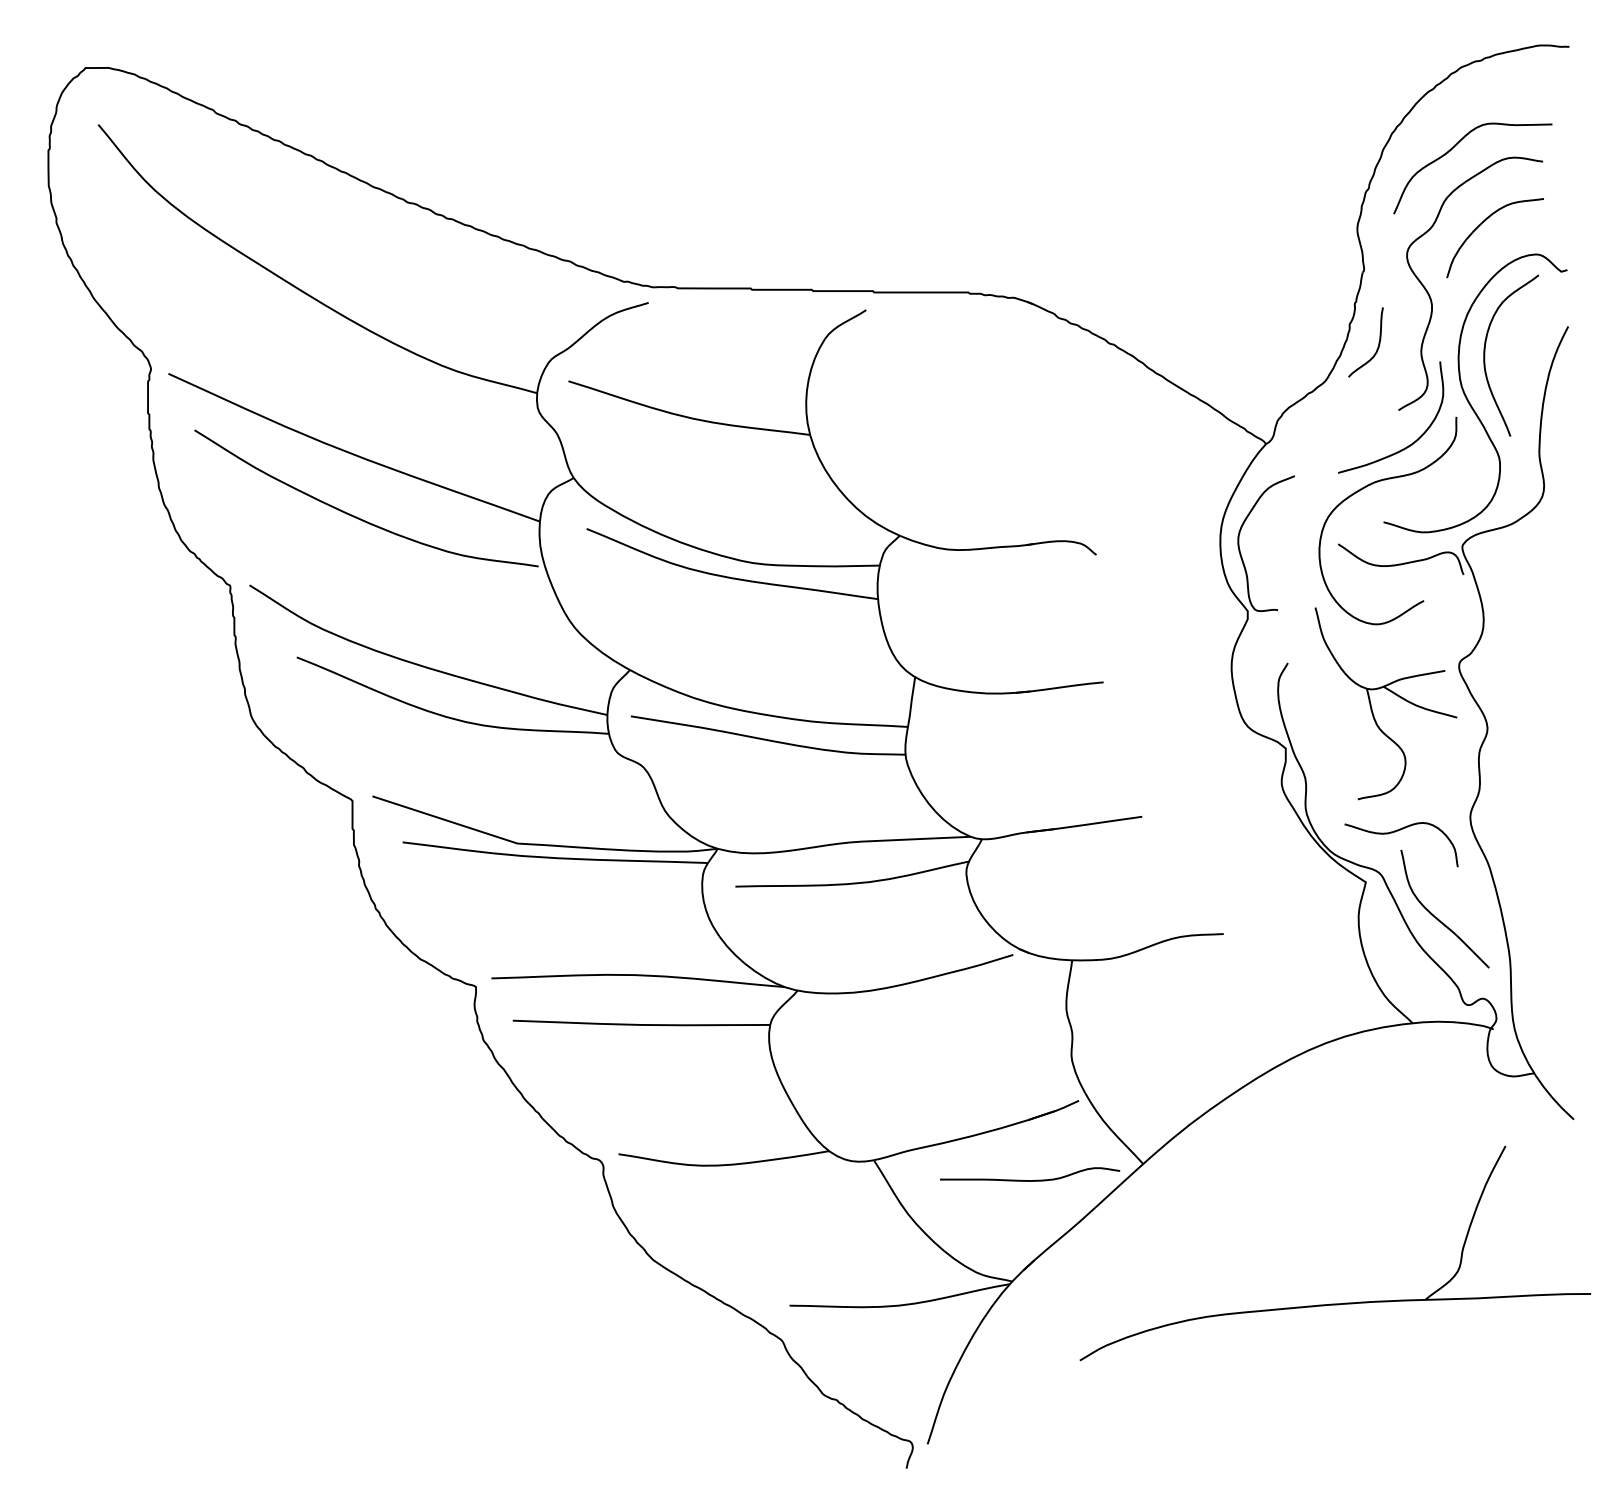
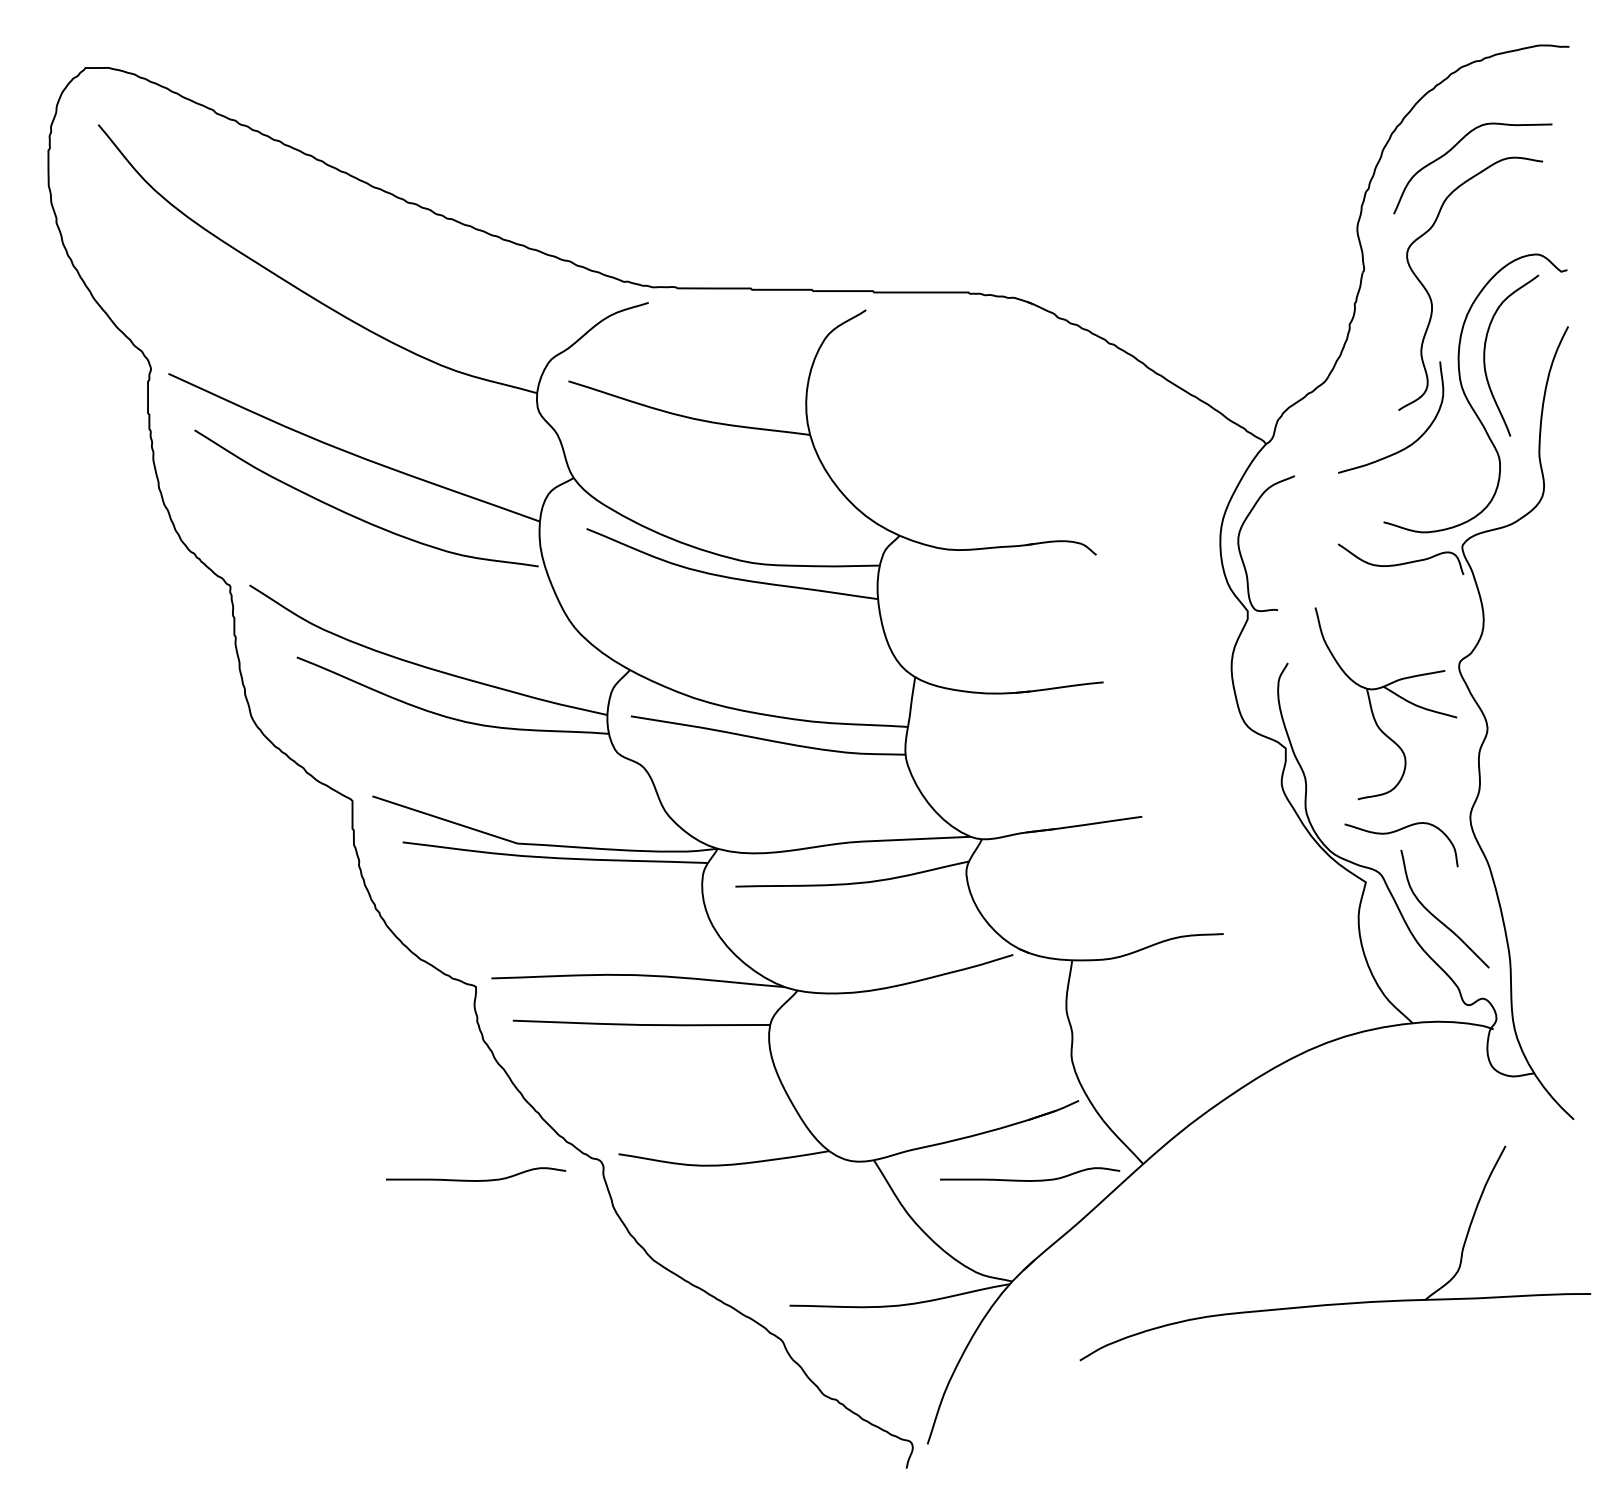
curve at (1484, 222): present -> none
curve at (1377, 346): present -> none
curve at (1370, 485): present -> none
curve at (476, 1180): none -> present
